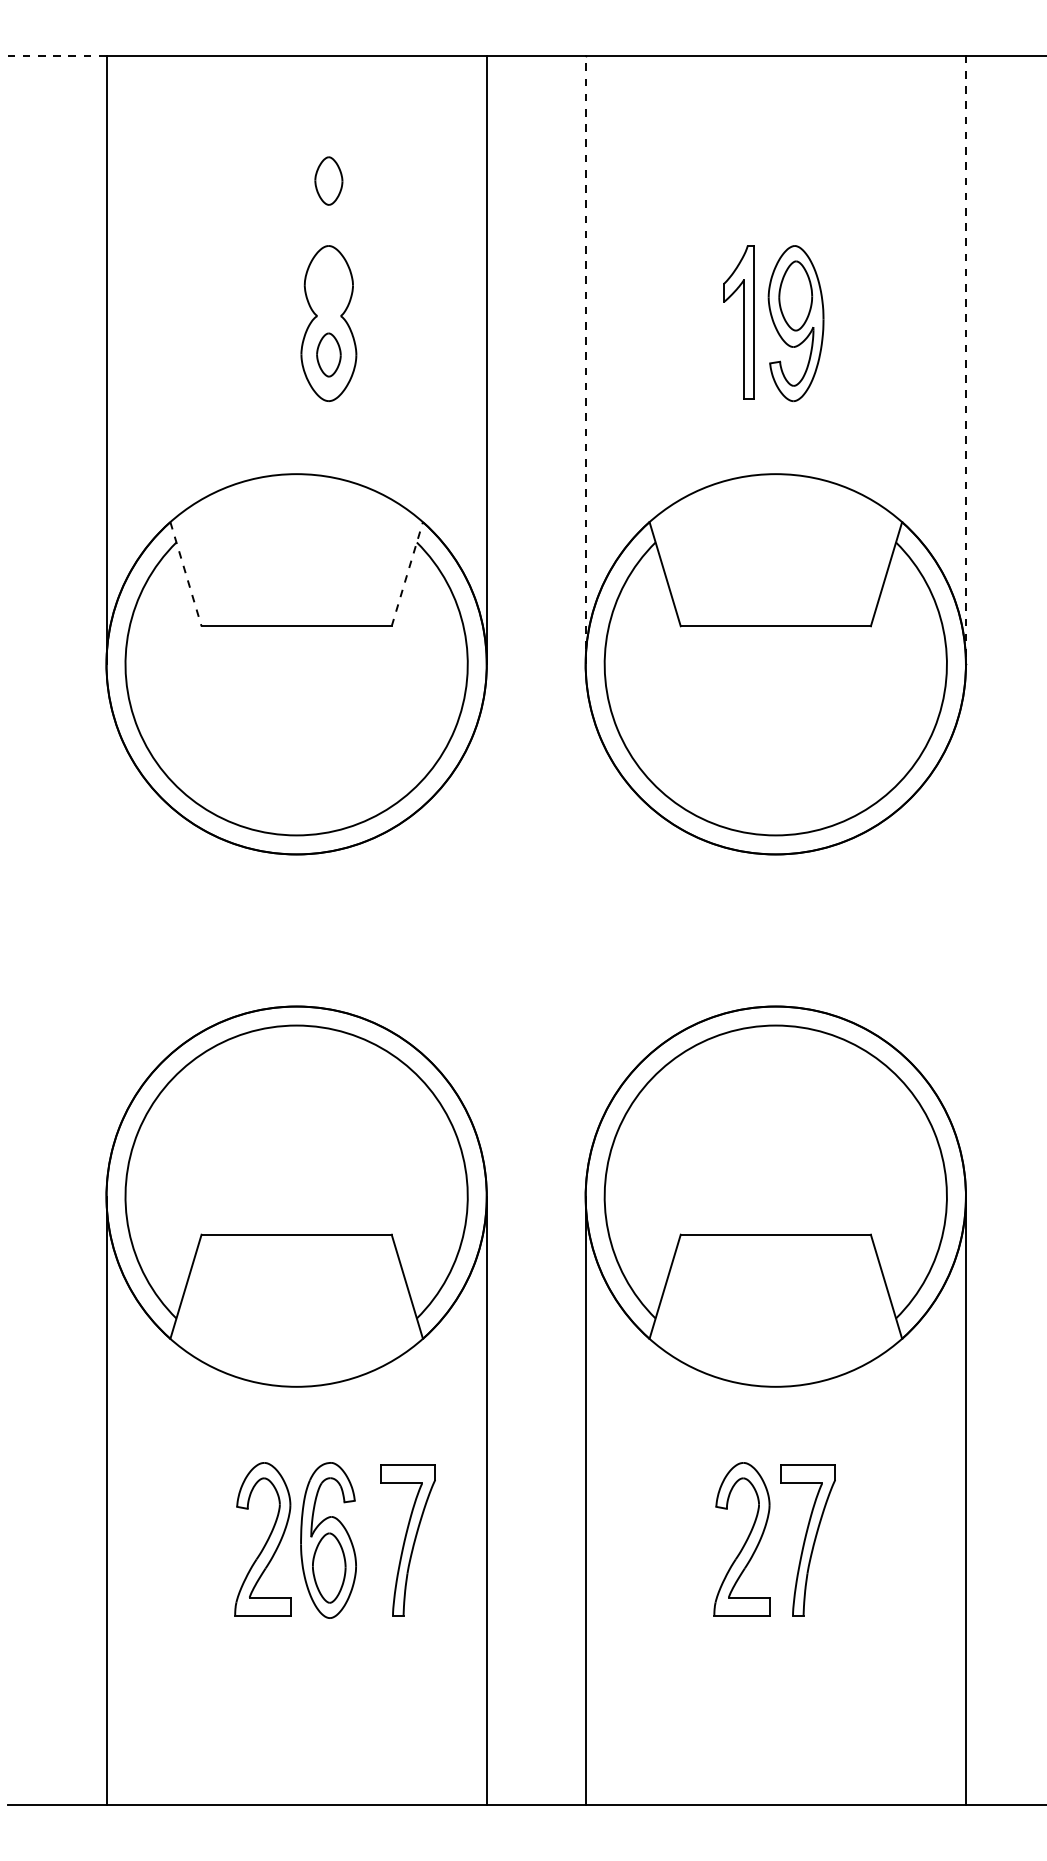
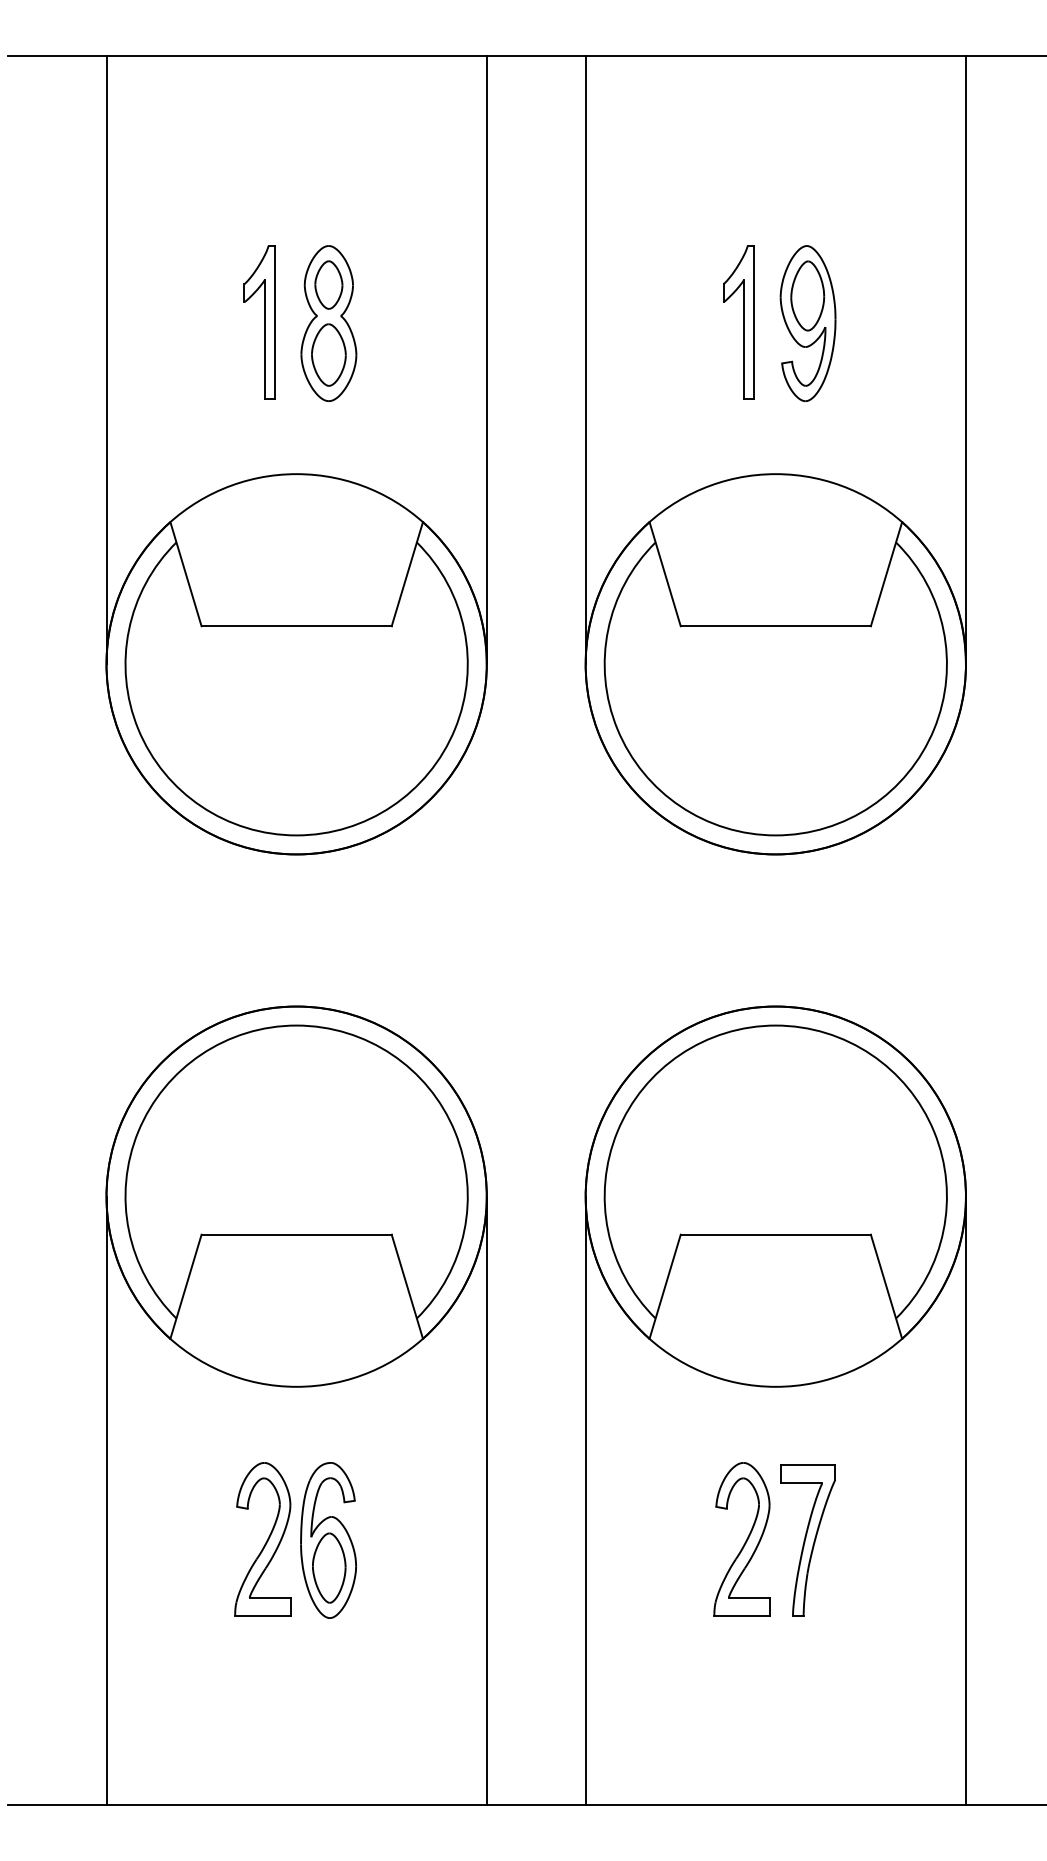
line at (57, 55): dashed -> solid
part at (328, 180) position: (328, 180) -> (328, 284)
part at (259, 322): none -> present
part at (795, 323) position: (795, 323) -> (807, 323)
part at (328, 354) size: 26x46 px -> 36x64 px
line at (585, 359): dashed -> solid
line at (965, 360): dashed -> solid
line at (407, 573): dashed -> solid
line at (186, 574): dashed -> solid
part at (407, 1540): present -> none
